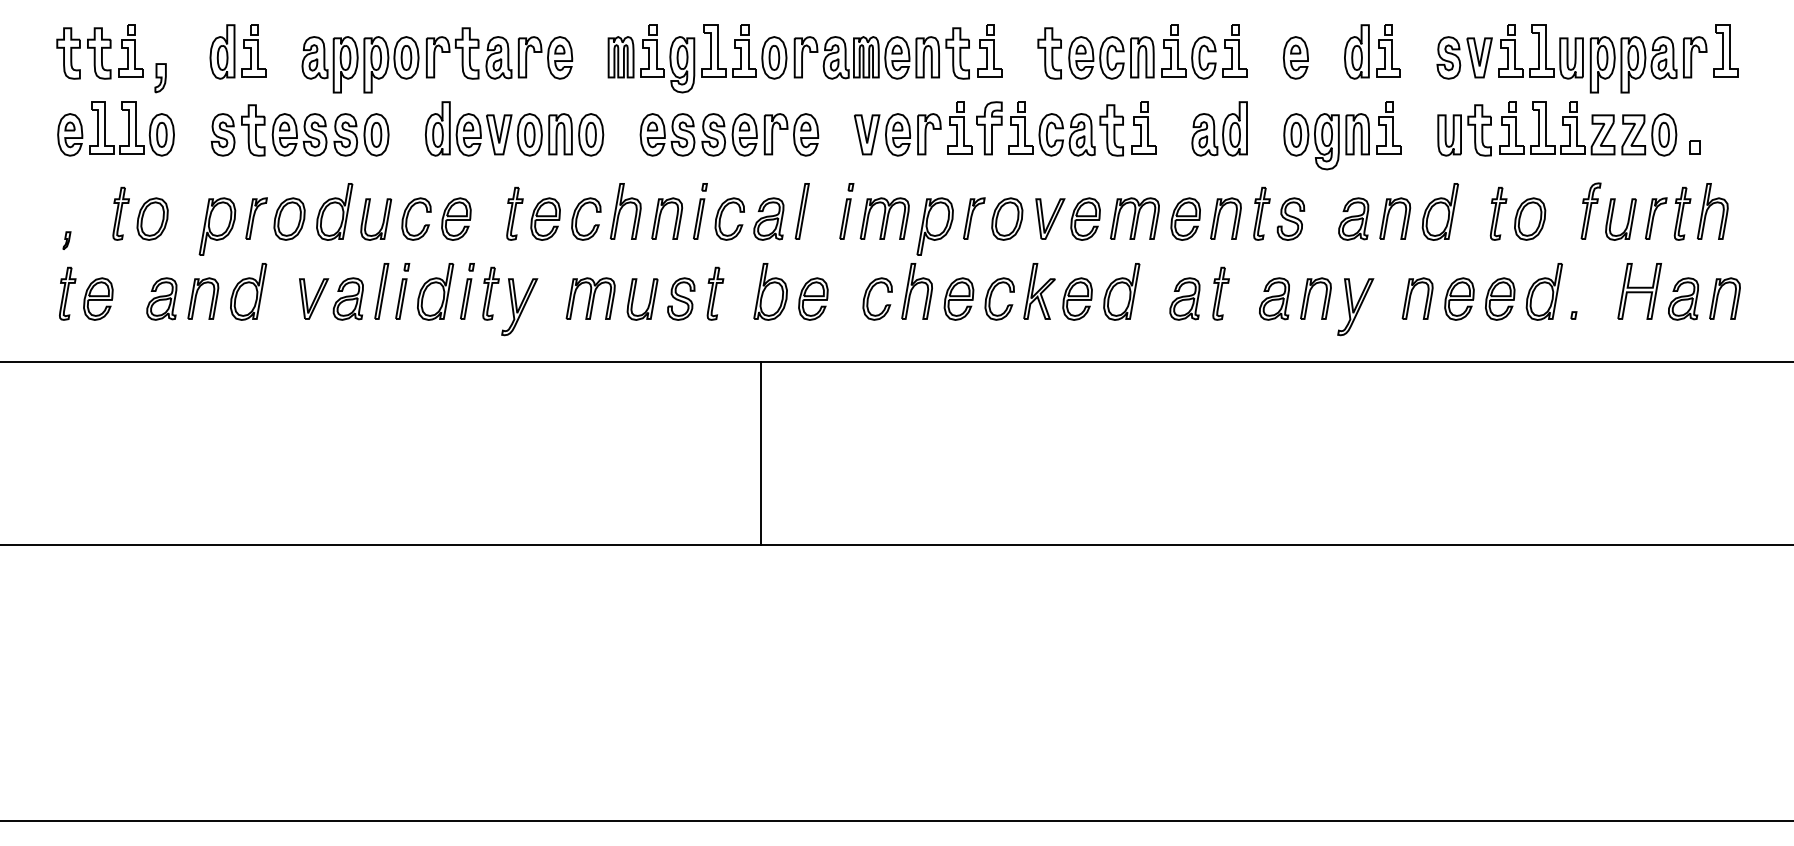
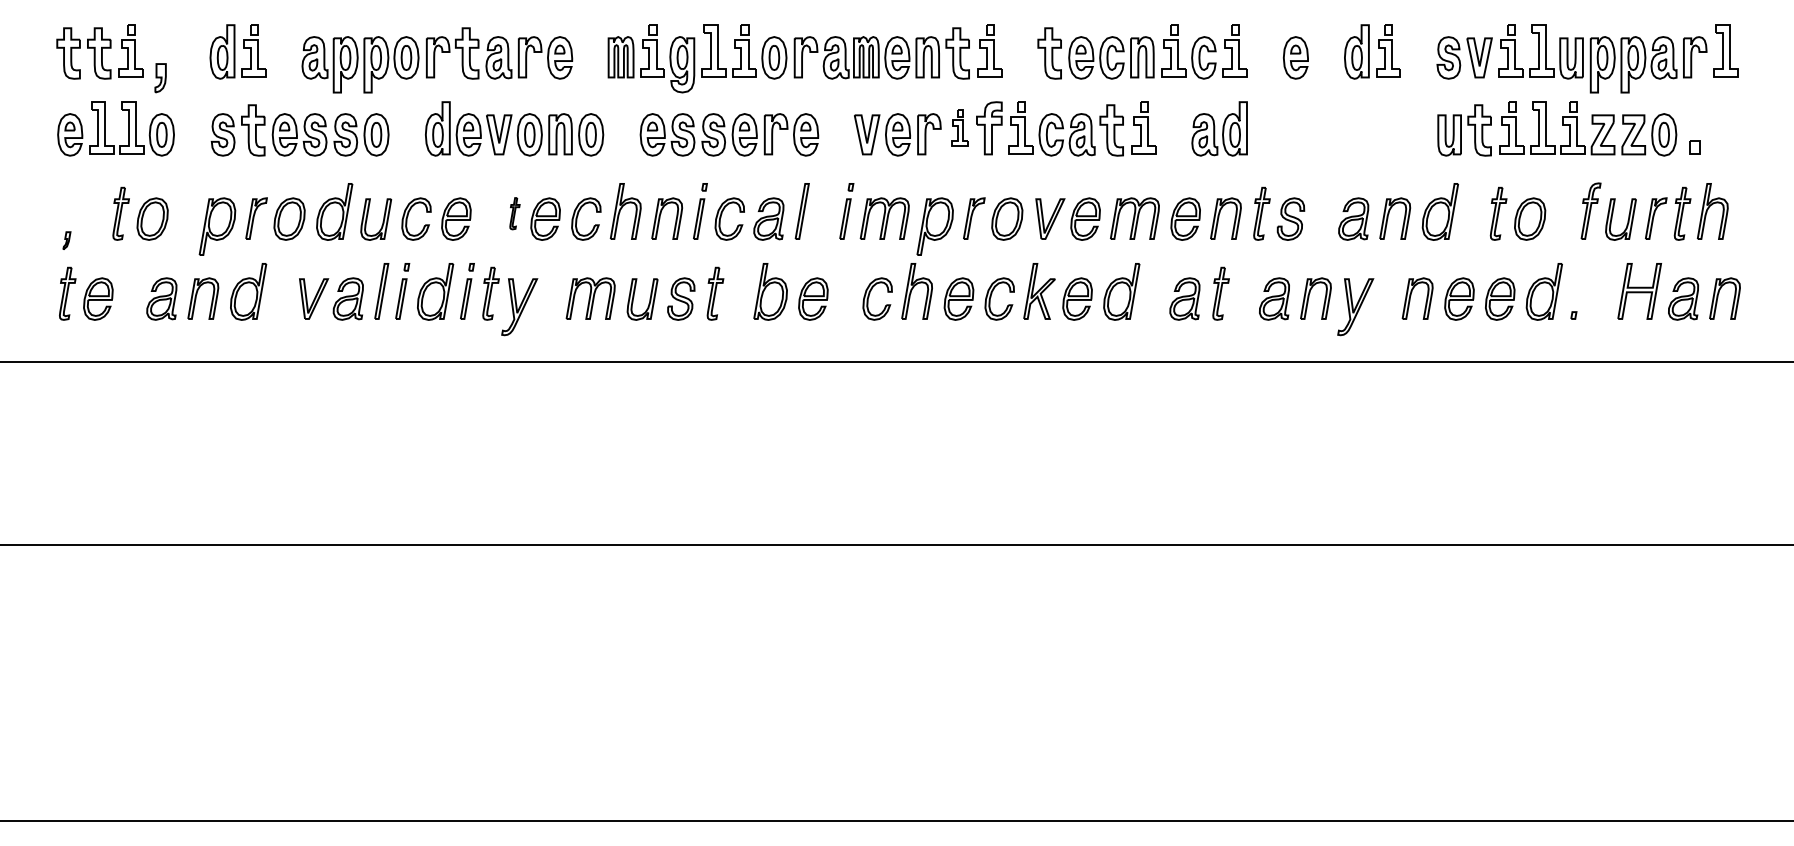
part at (959, 127) size: 26x54 px -> 18x38 px
part at (1342, 135): present -> none
part at (514, 213) size: 18x55 px -> 12x34 px
line at (761, 453): present -> none
